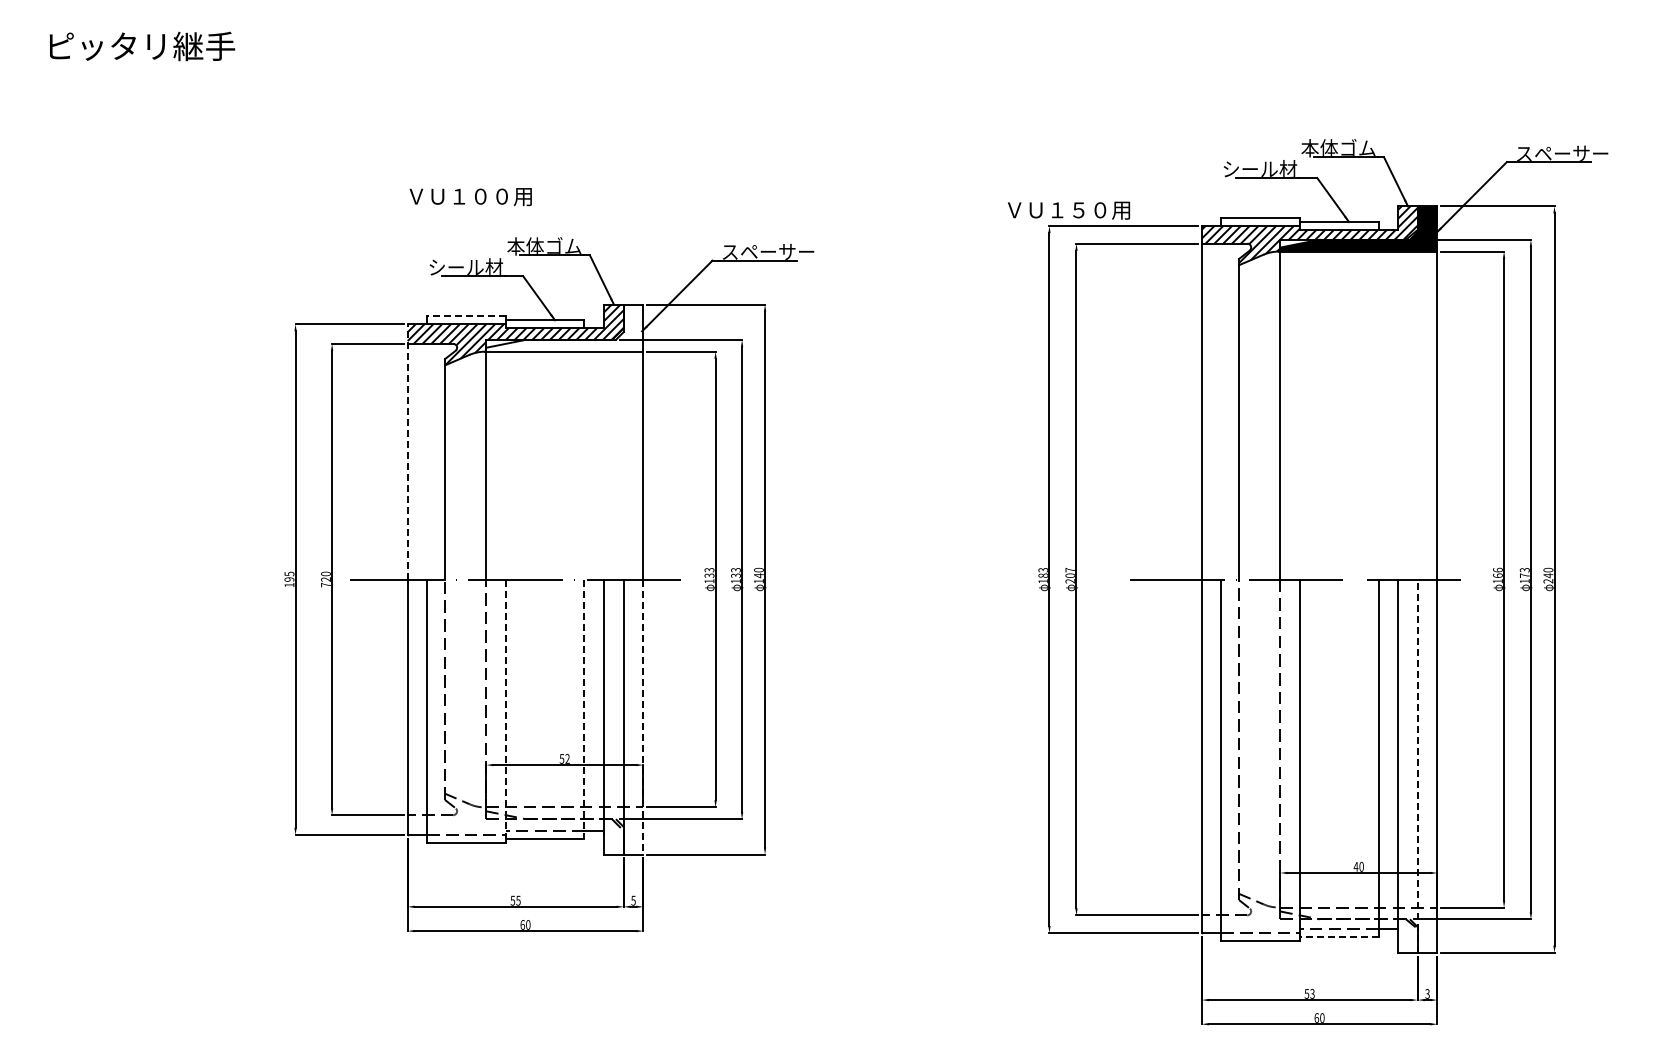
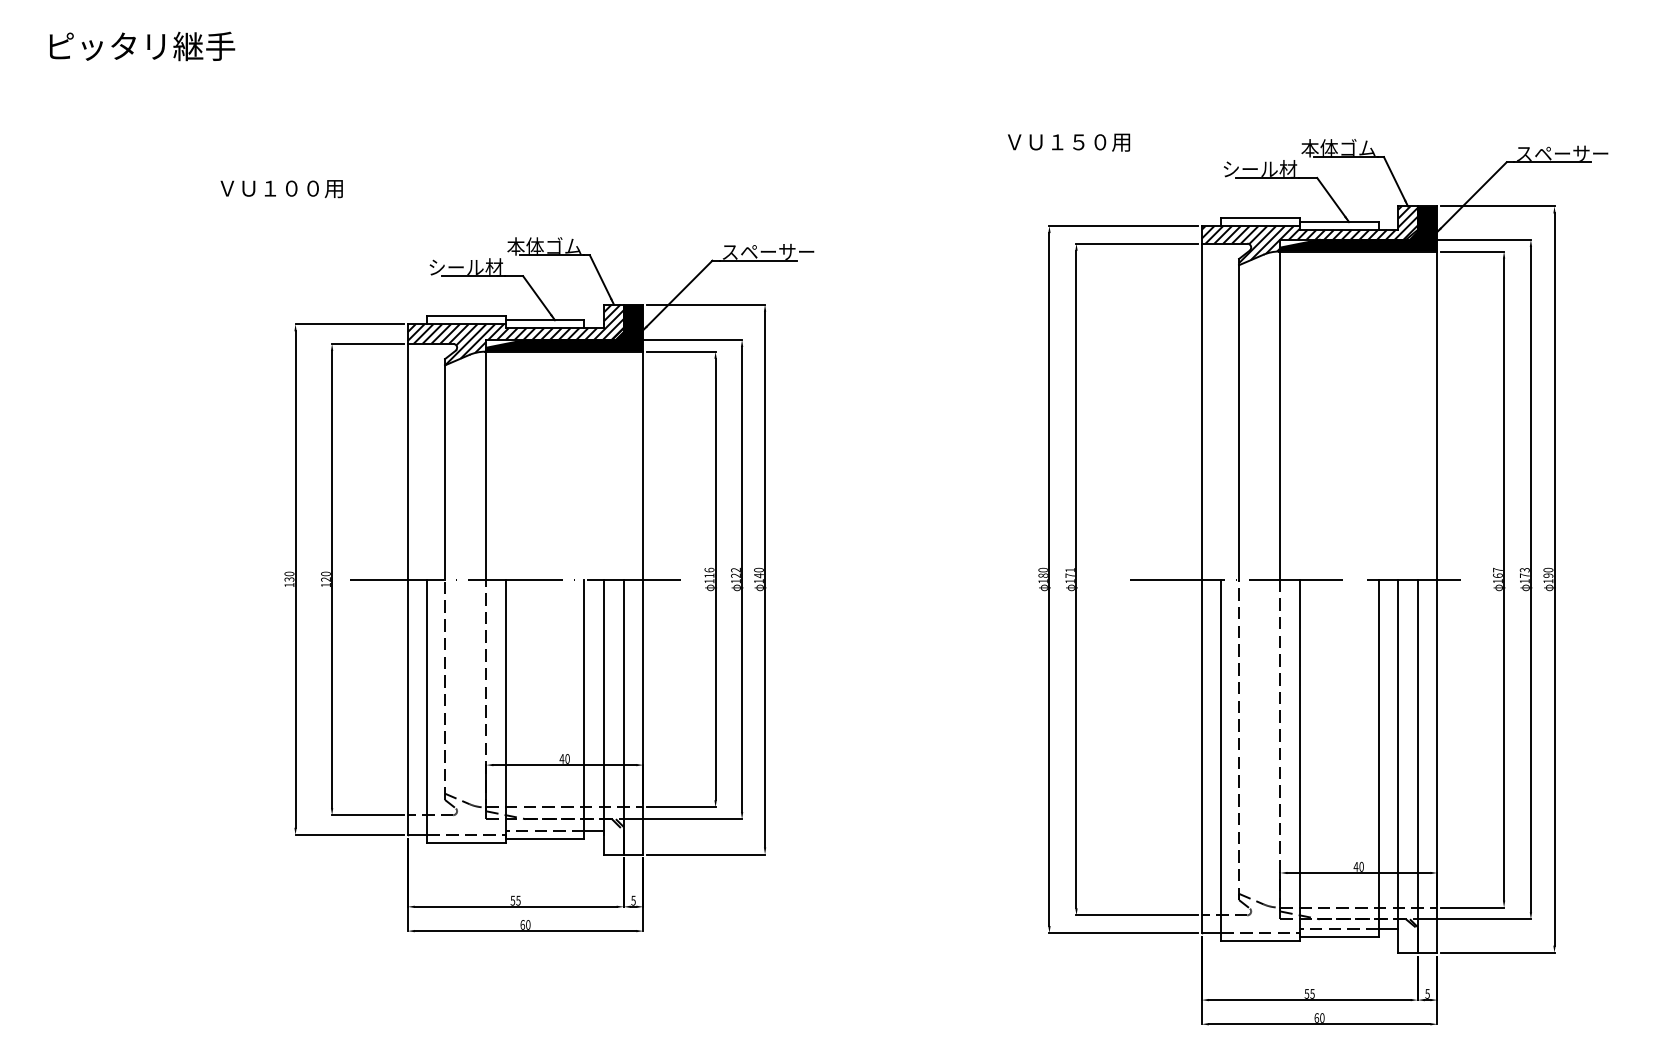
text at (470, 197) position: (470, 197) -> (281, 189)
text at (1069, 210) position: (1069, 210) -> (1069, 142)
line at (466, 316): dashed -> solid
fill at (564, 327): none -> present
line at (407, 451): dashed -> solid
text at (1042, 569): 183 -> 180
text at (1497, 569): 166 -> 167
text at (709, 572): 133 -> 116
text at (736, 572): 133 -> 122
text at (1069, 575): 207 -> 171
text at (289, 576): 195 -> 130
text at (1548, 578): 240 -> 190
text at (325, 584): 720 -> 120
line at (505, 709): dashed -> solid
line at (584, 709): dashed -> solid
line at (643, 717): dashed -> solid
text at (564, 758): 52 -> 40
line at (1417, 766): dashed -> solid
line at (1338, 937): dashed -> solid
text at (1312, 993): 53 -> 55
text at (1427, 993): 3 -> 5
